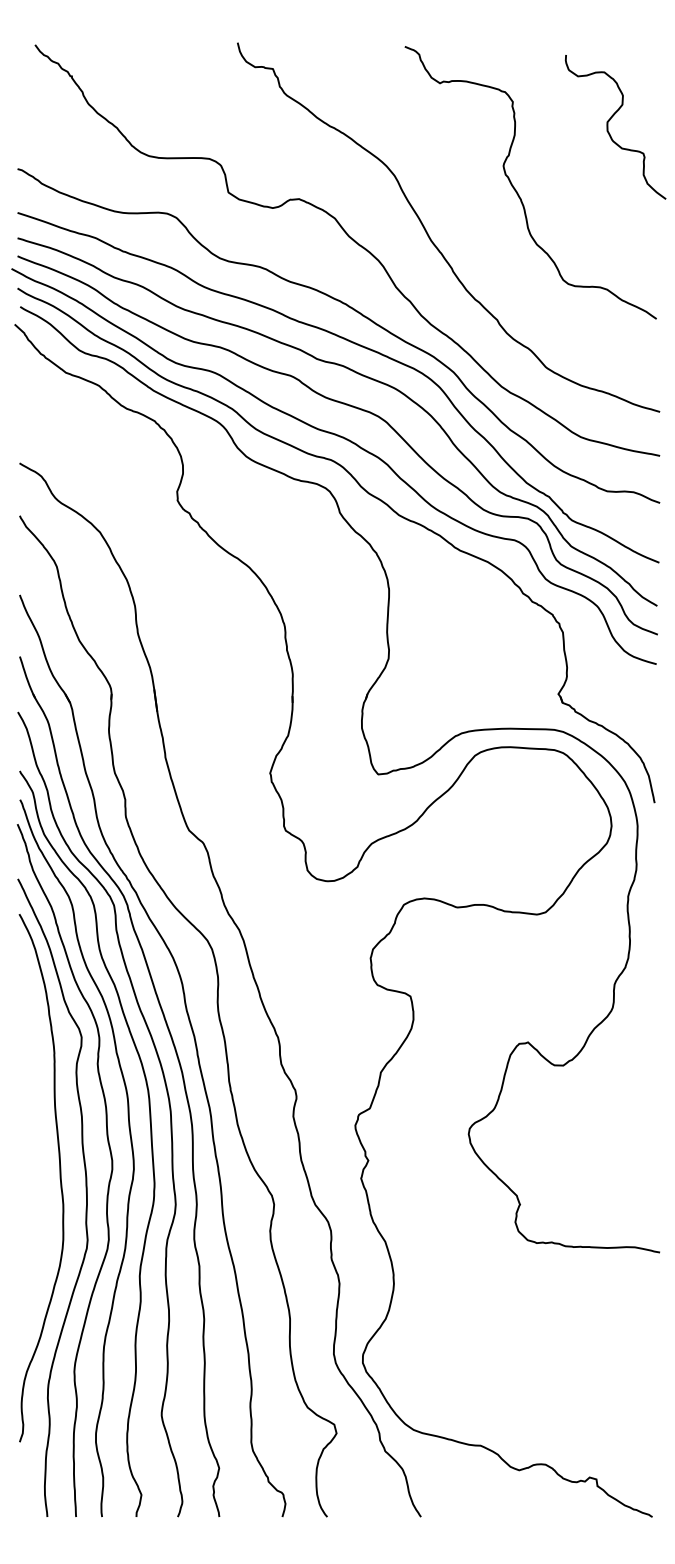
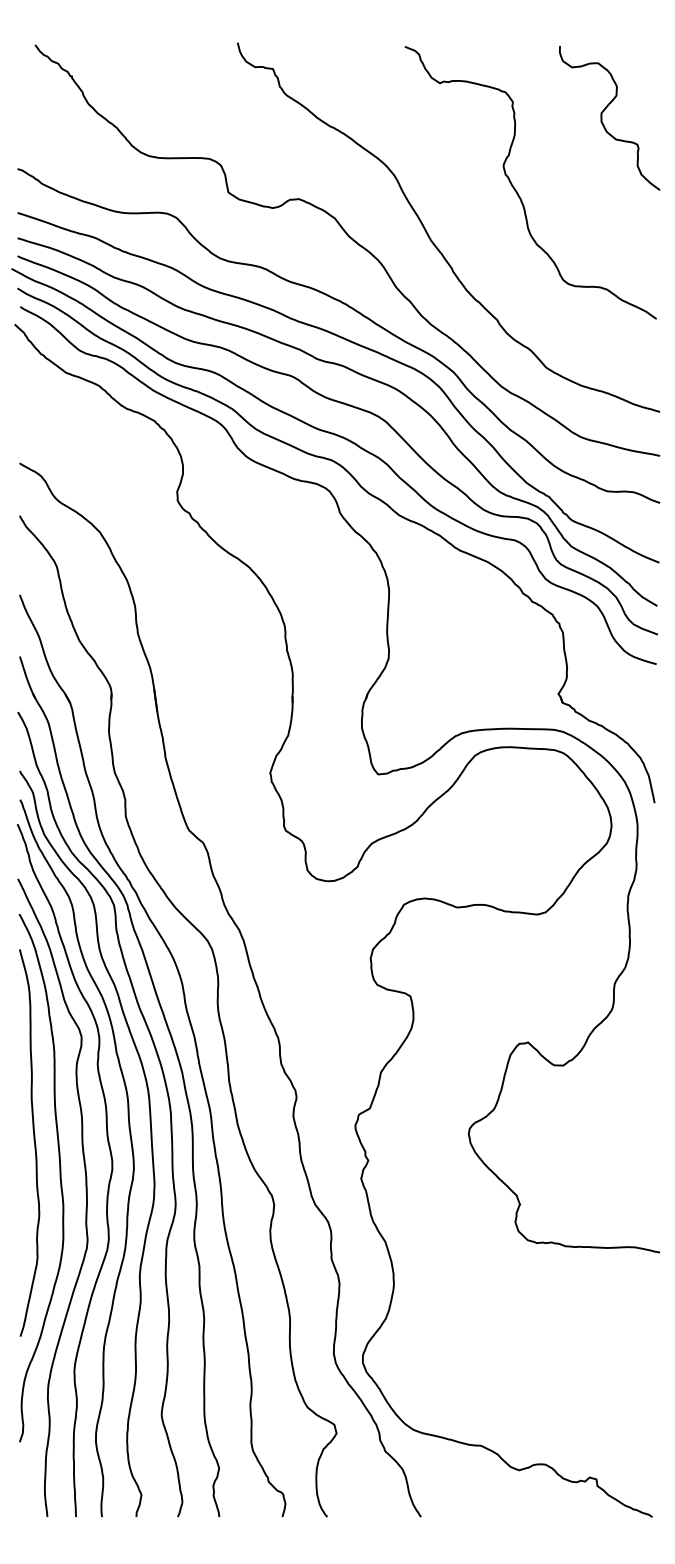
curve at (608, 127) position: (608, 127) -> (602, 118)
curve at (33, 1140): none -> present
